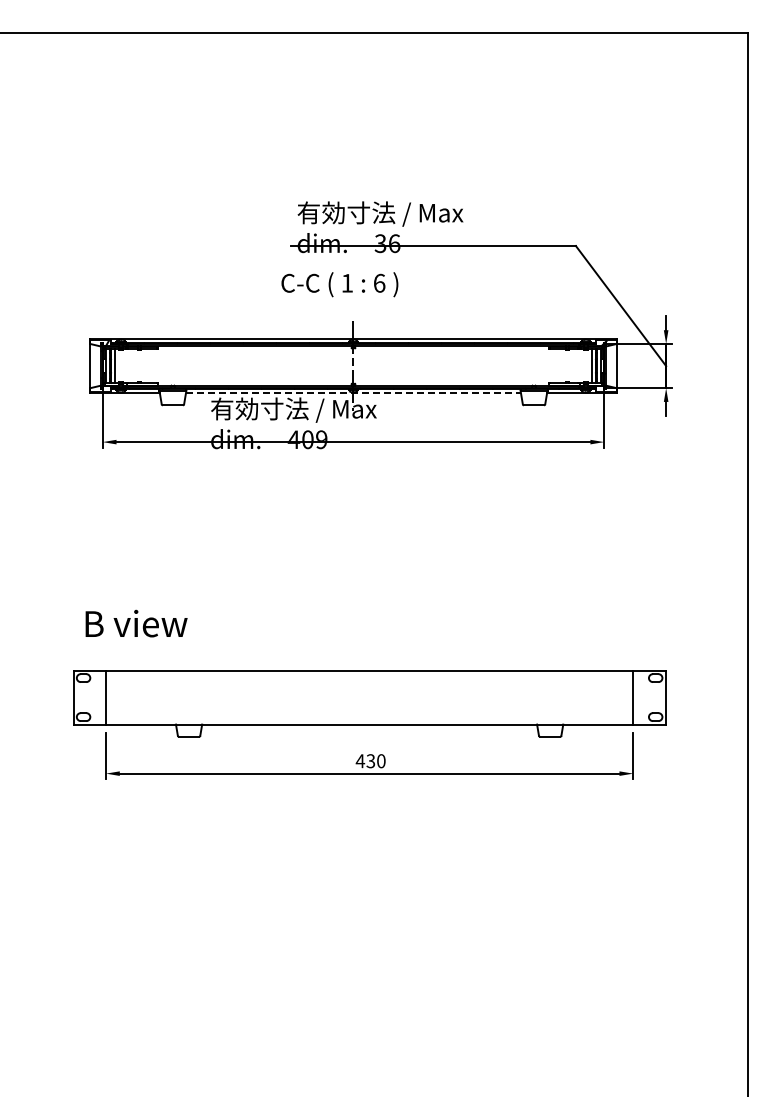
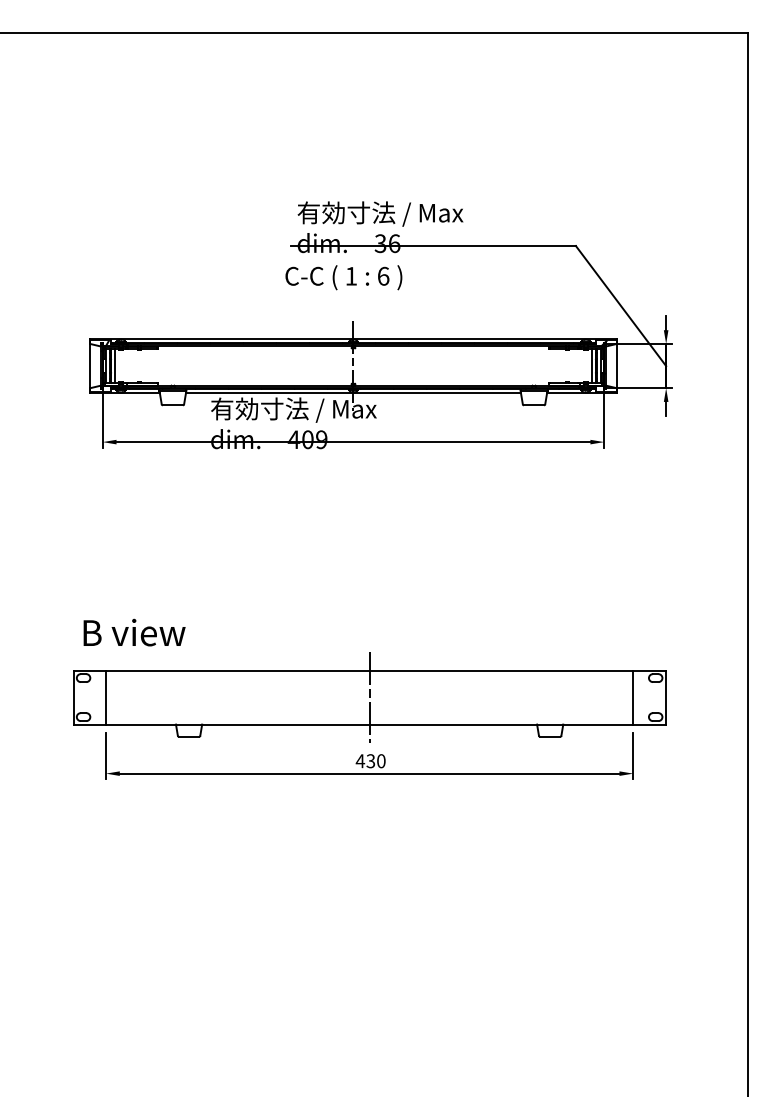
text at (339, 284) position: (339, 284) -> (343, 277)
line at (353, 393): dashed -> solid
text at (136, 623) position: (136, 623) -> (134, 632)
line at (369, 697): none -> present
